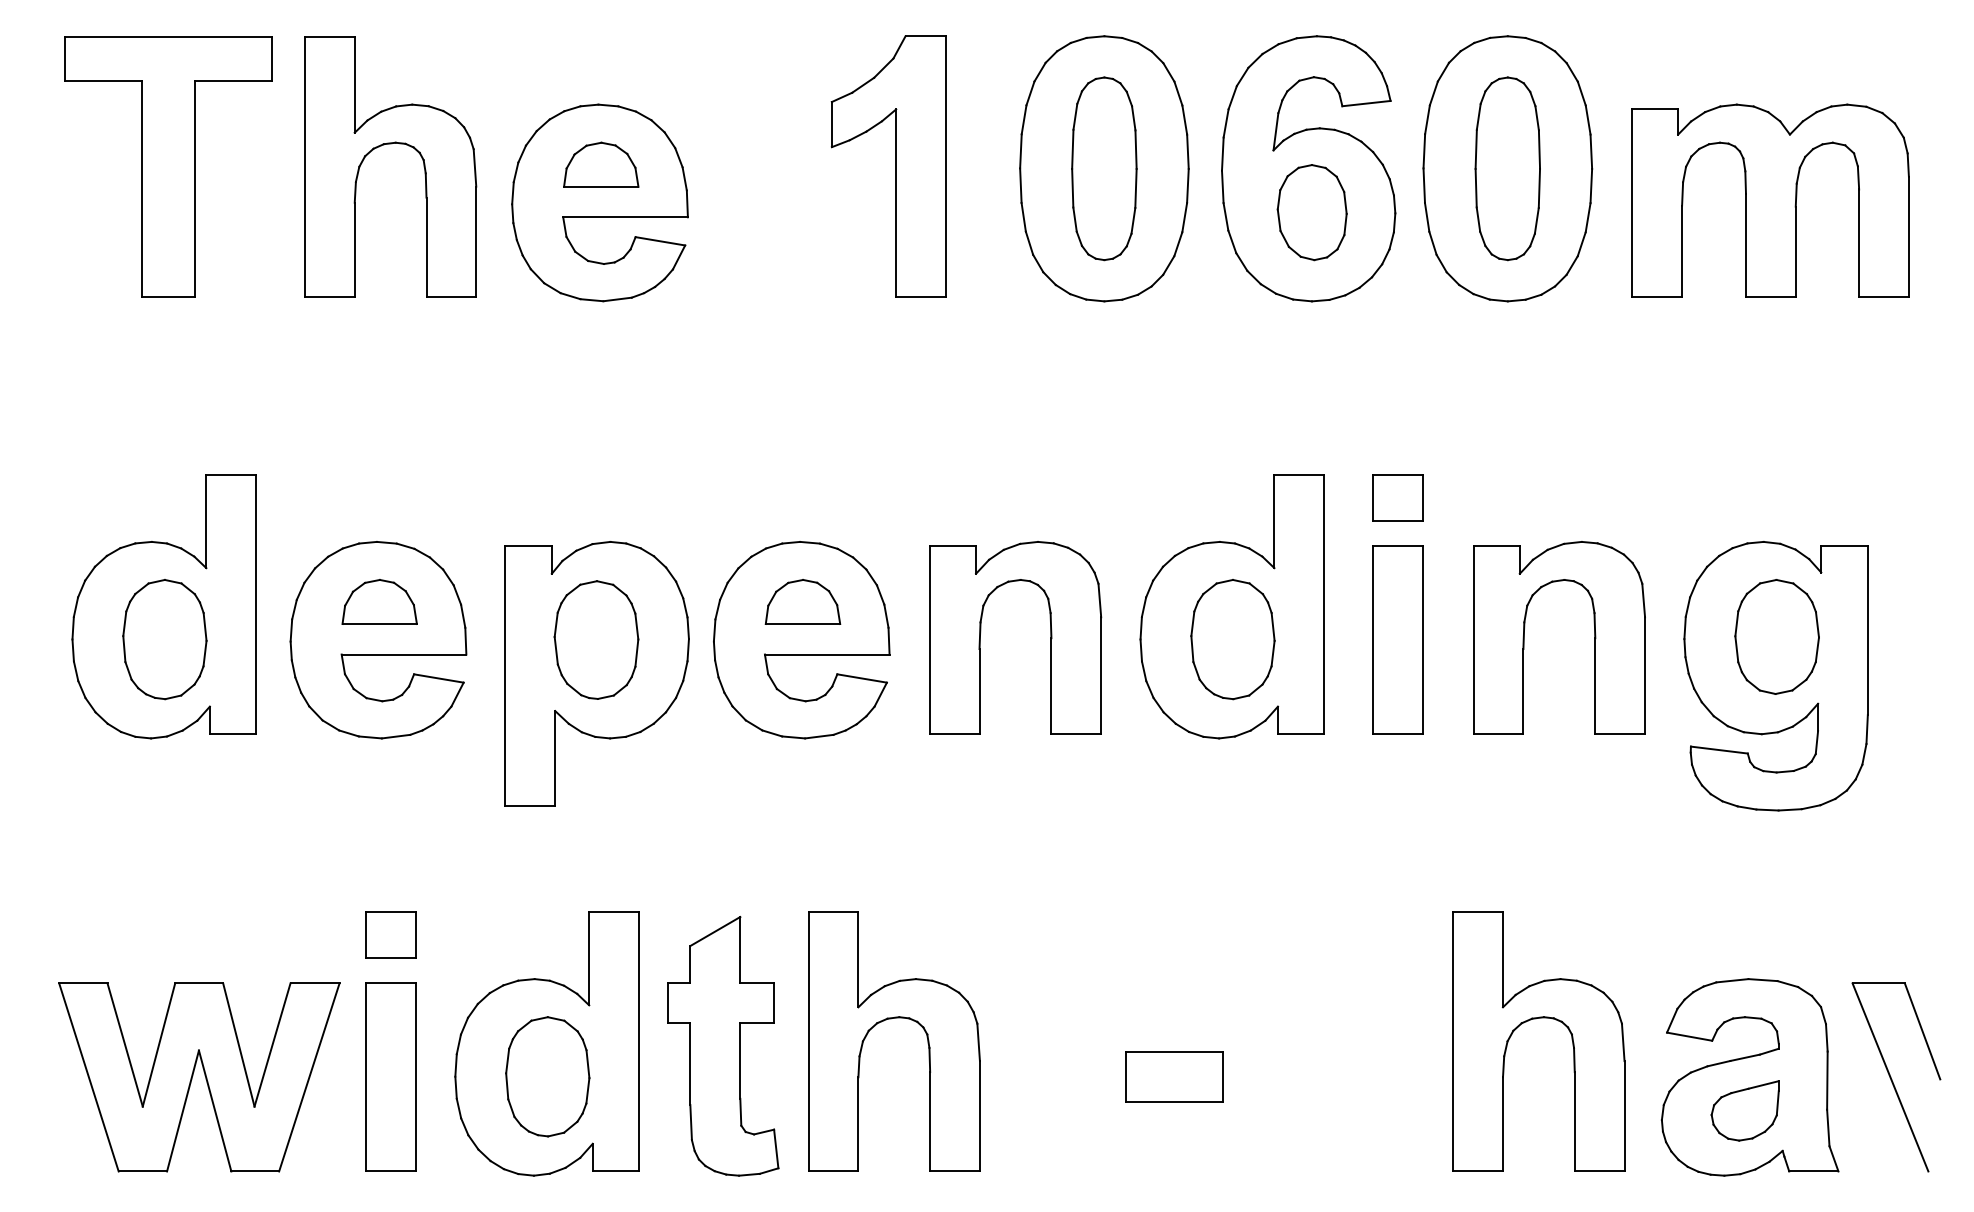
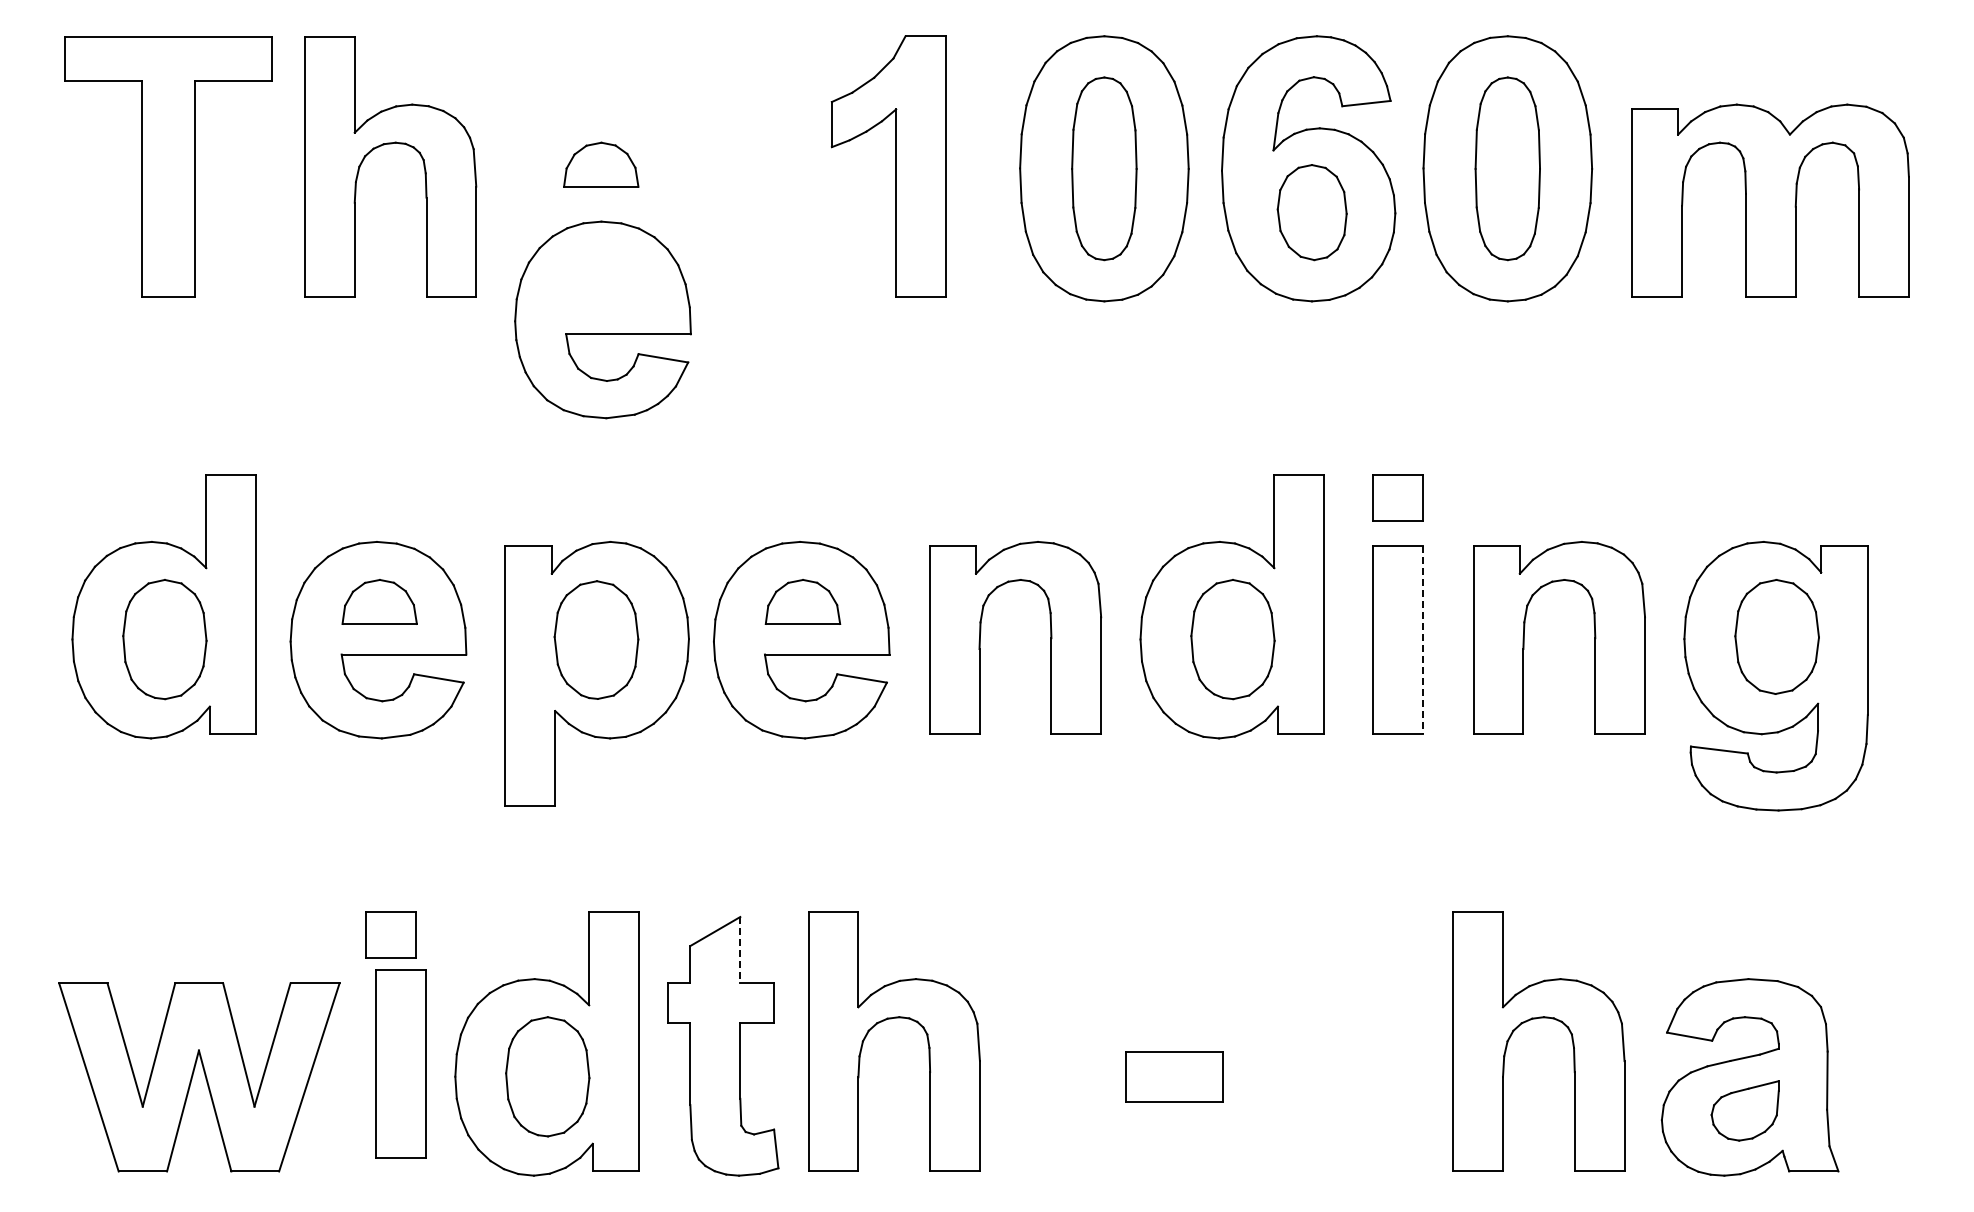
part at (599, 202) position: (599, 202) -> (602, 319)
line at (1423, 640): solid -> dashed
line at (740, 950): solid -> dashed
part at (390, 1076) position: (390, 1076) -> (400, 1063)
part at (1896, 1077): present -> none
